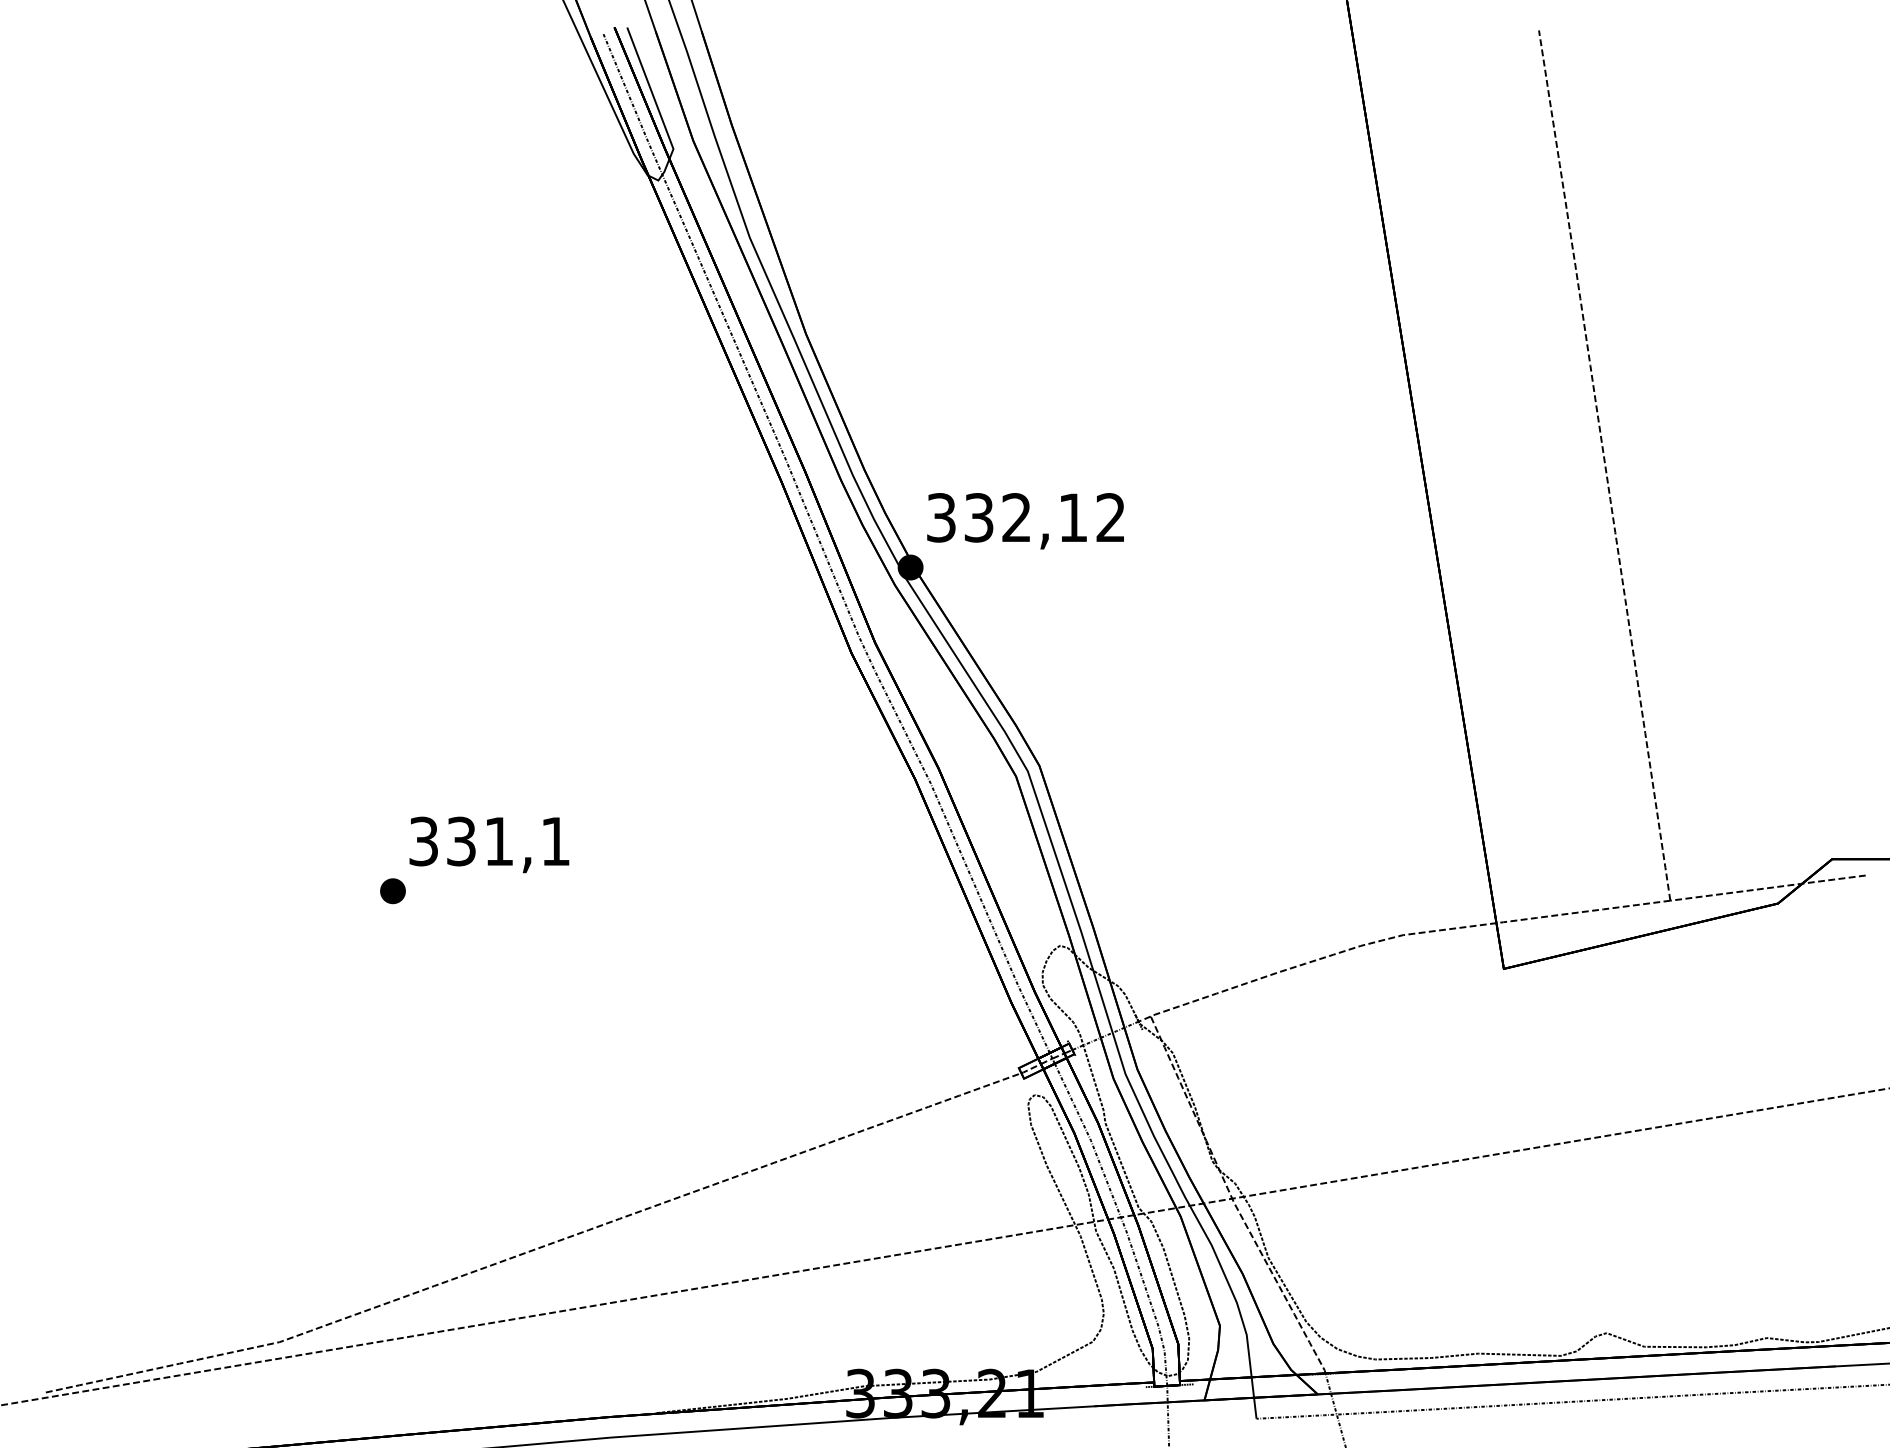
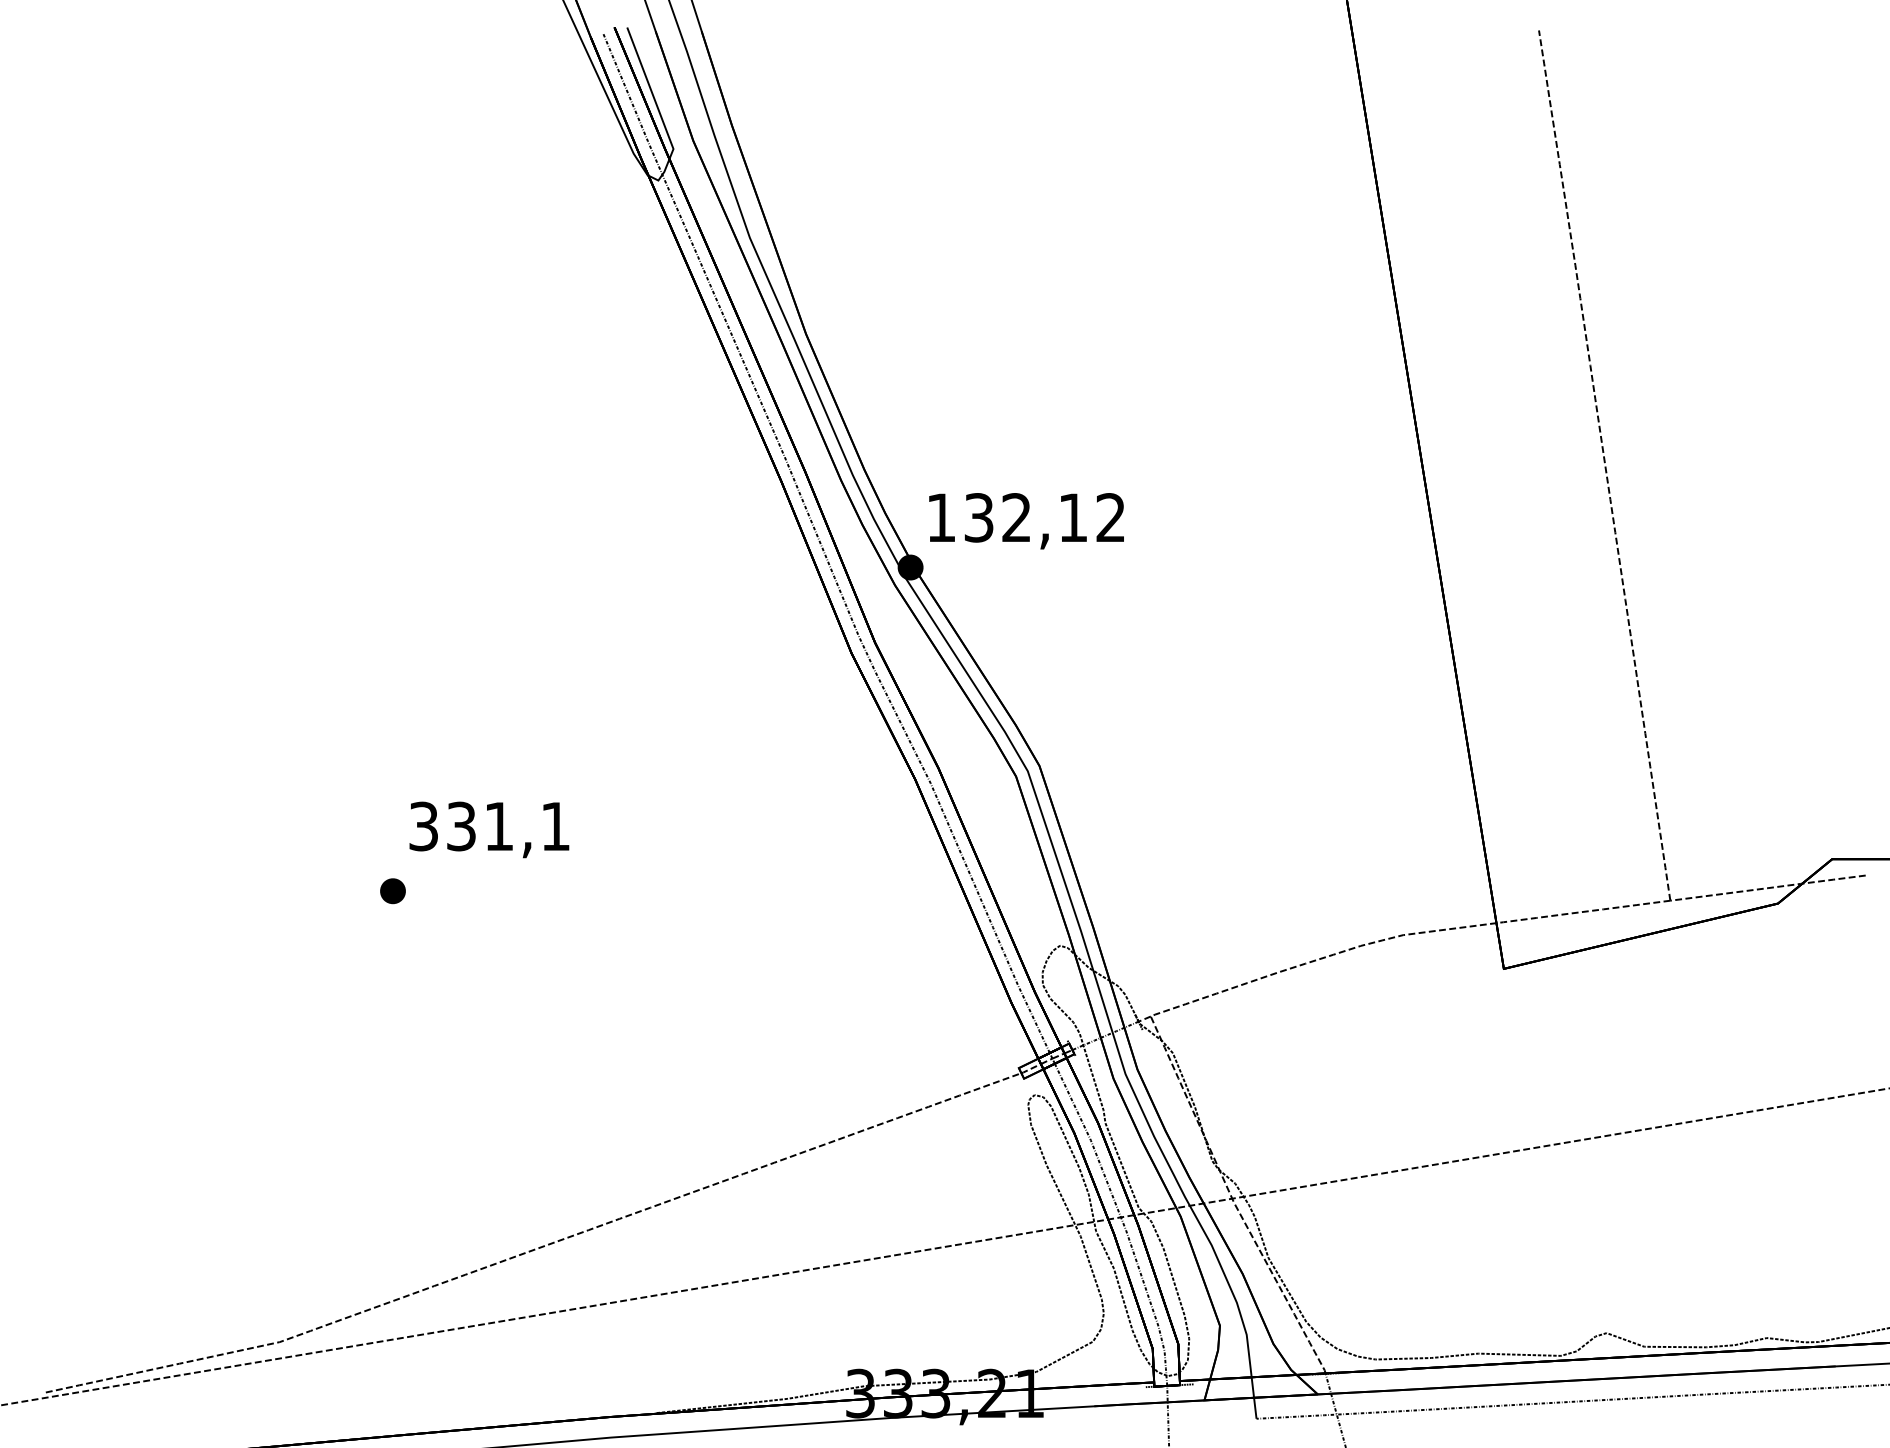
text at (941, 517): 332,12 -> 132,12
text at (489, 844) position: (489, 844) -> (489, 829)
